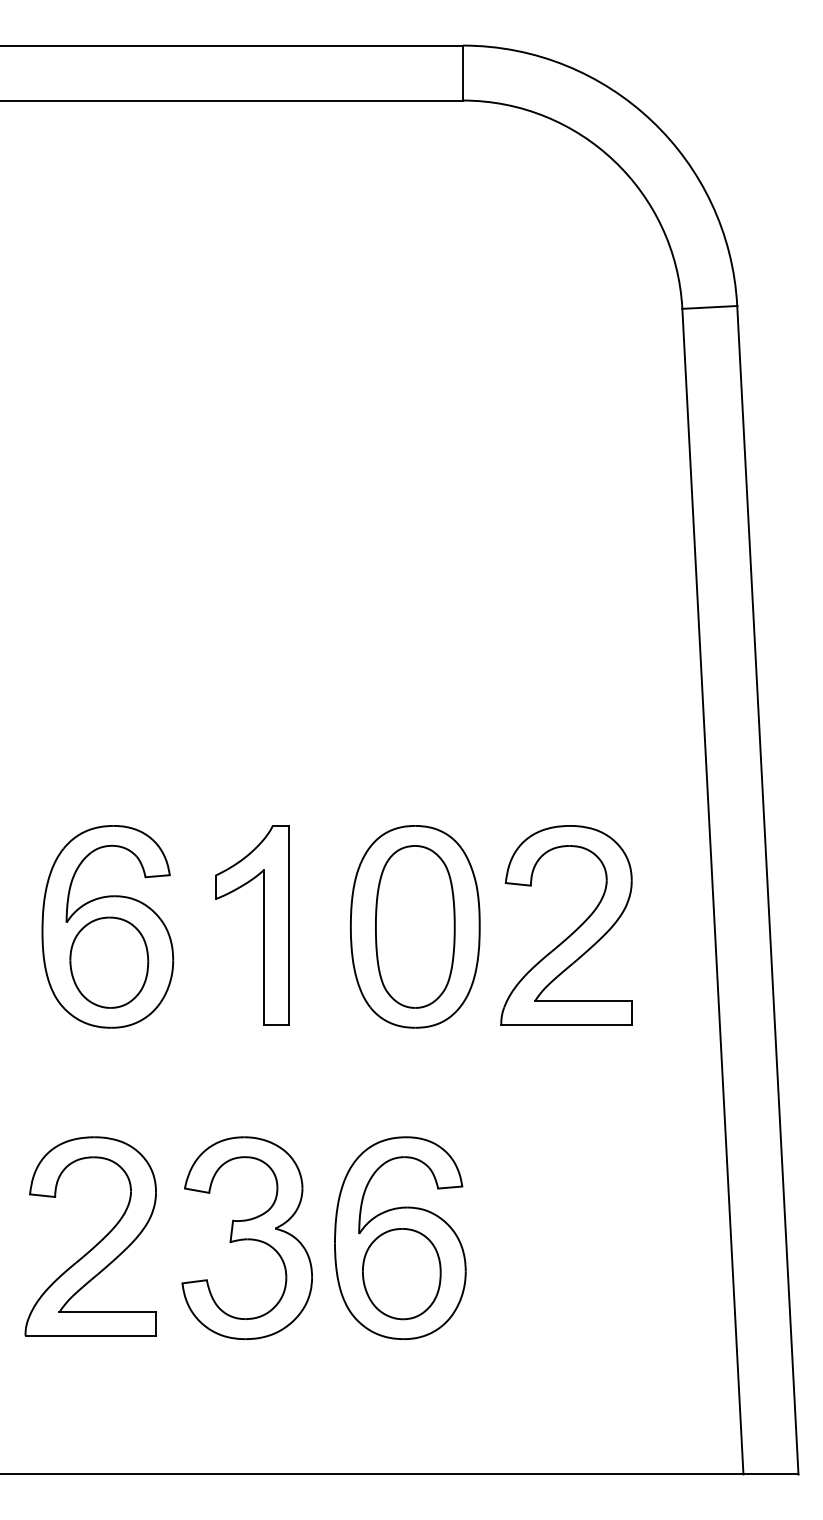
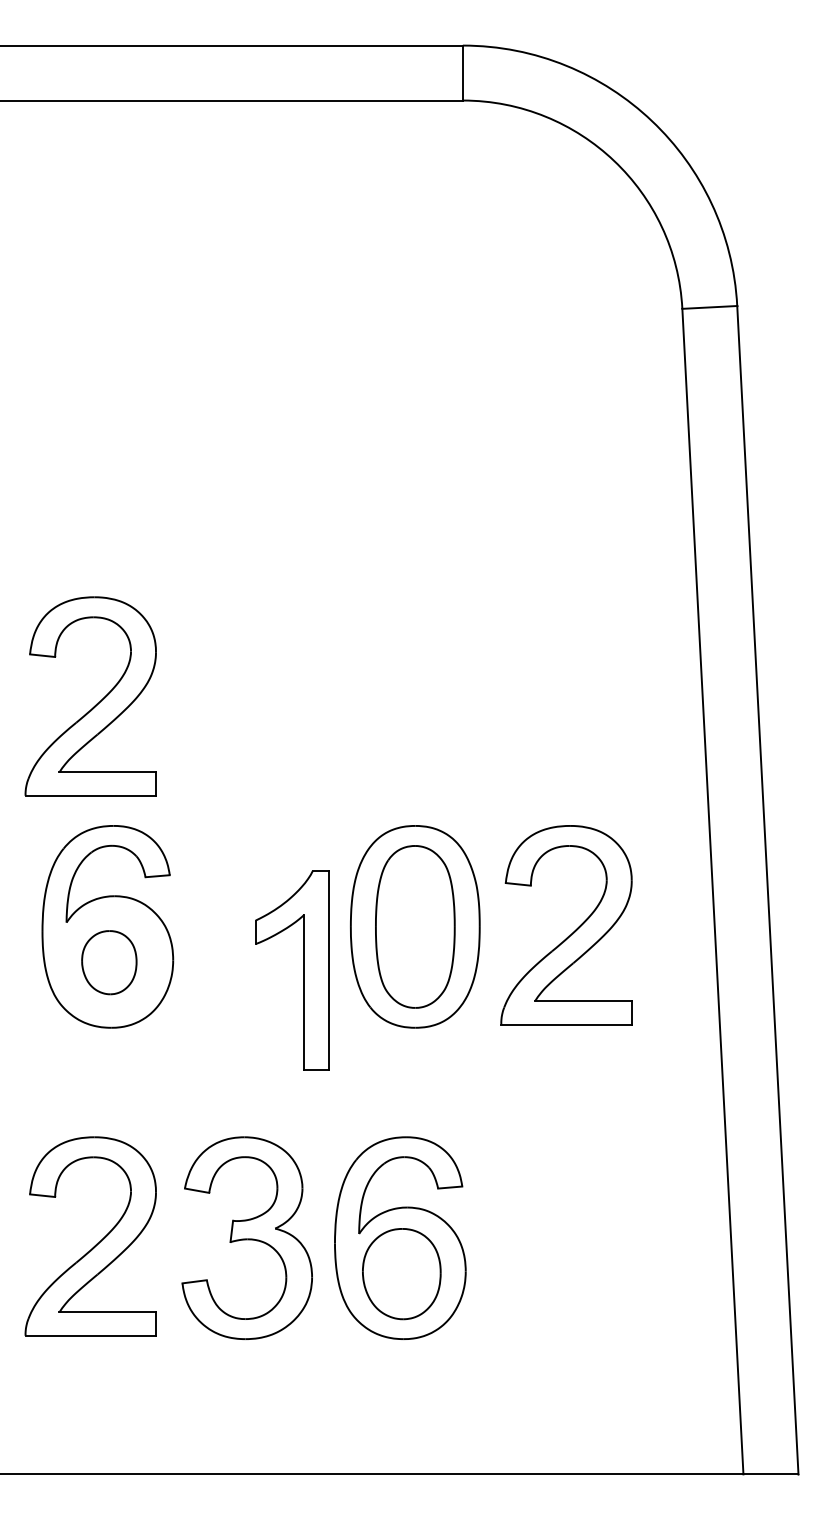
part at (96, 703): none -> present
part at (263, 925) position: (263, 925) -> (303, 970)
part at (109, 962) size: 81x93 px -> 57x66 px
